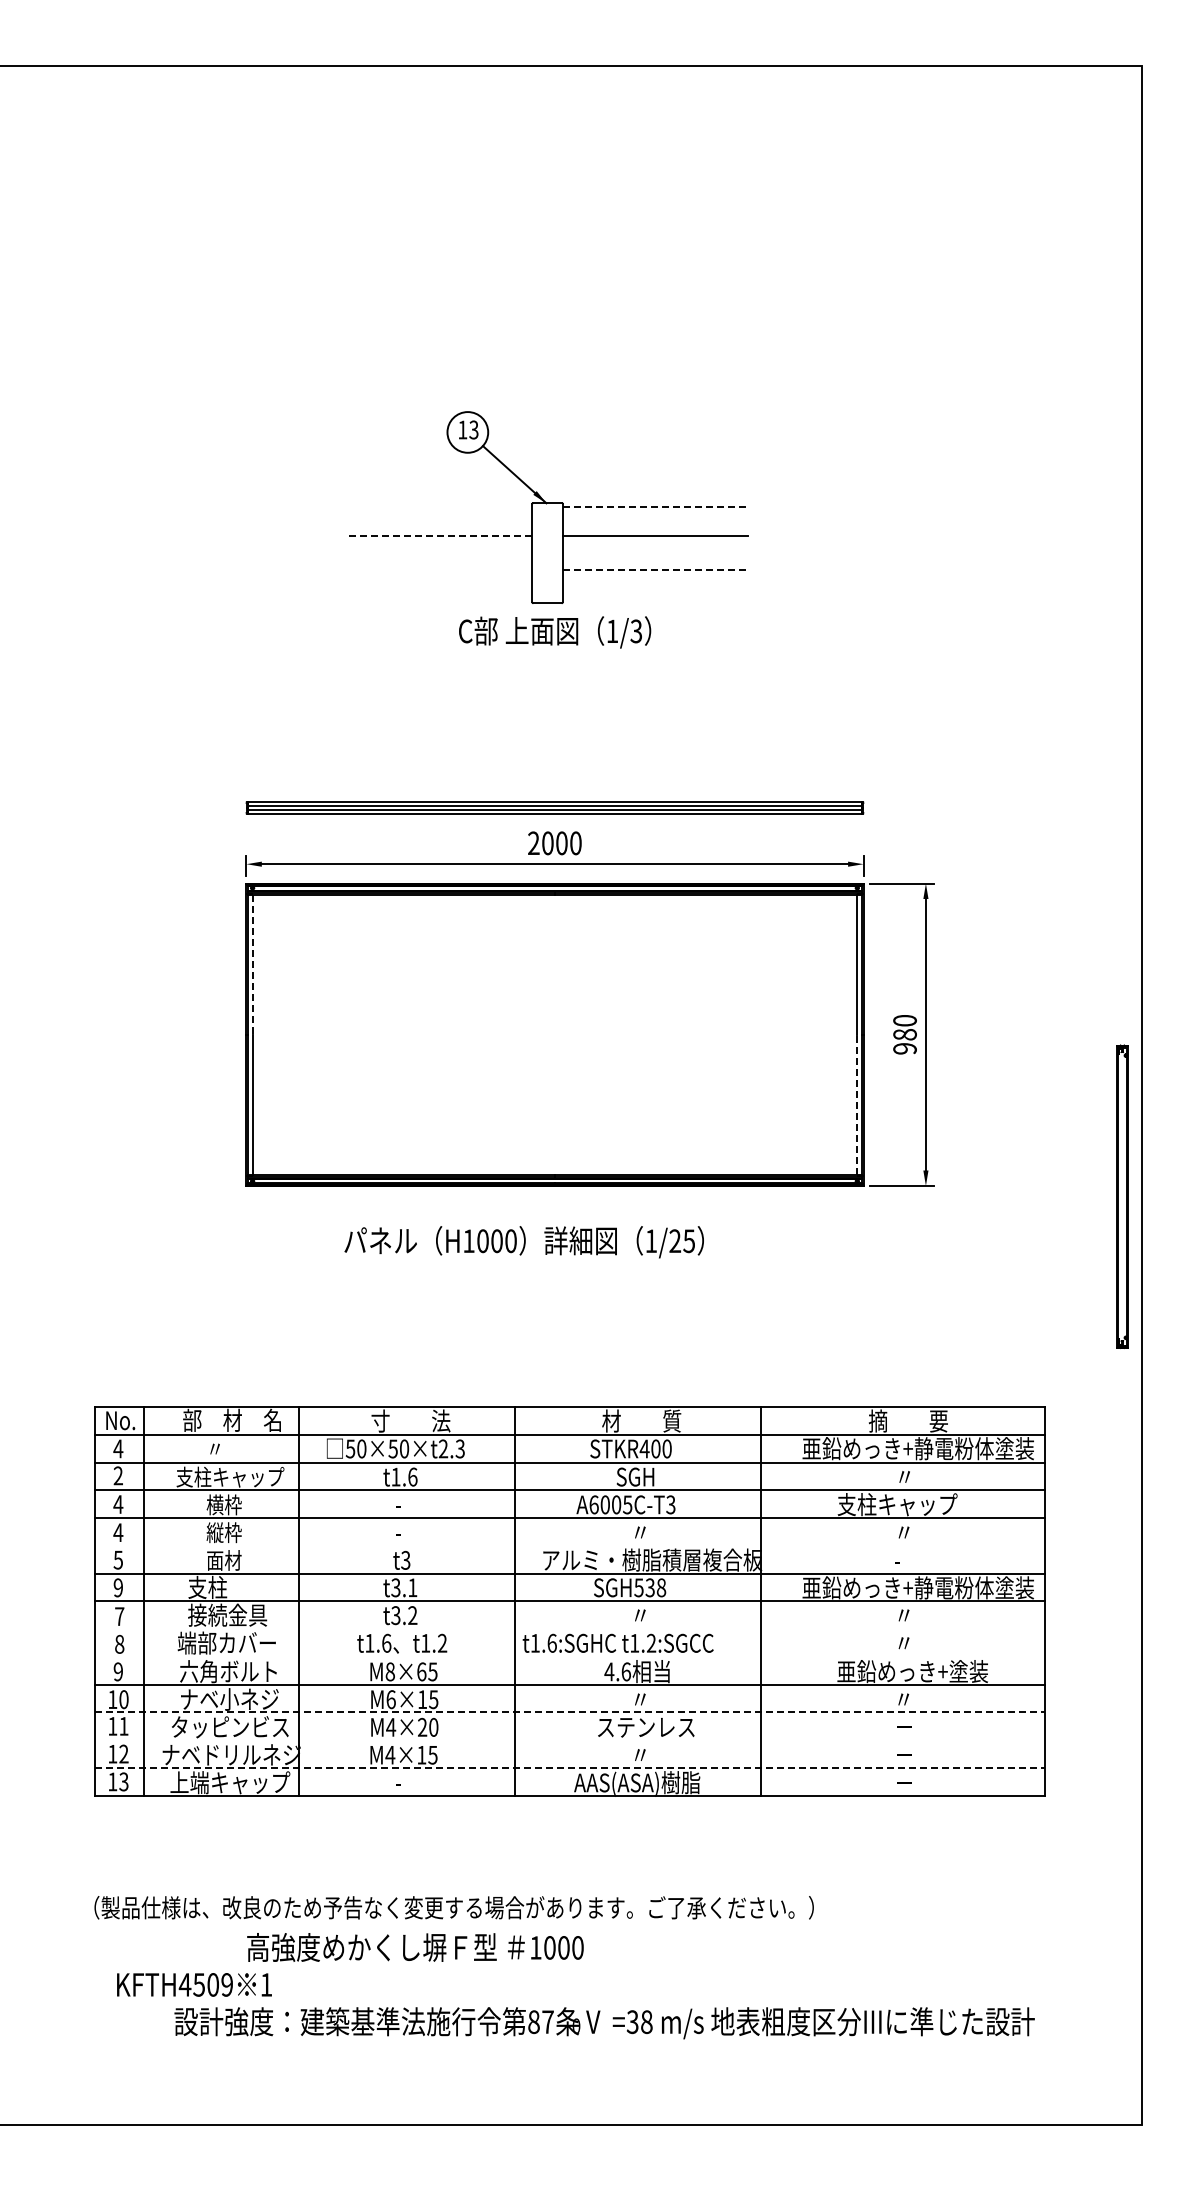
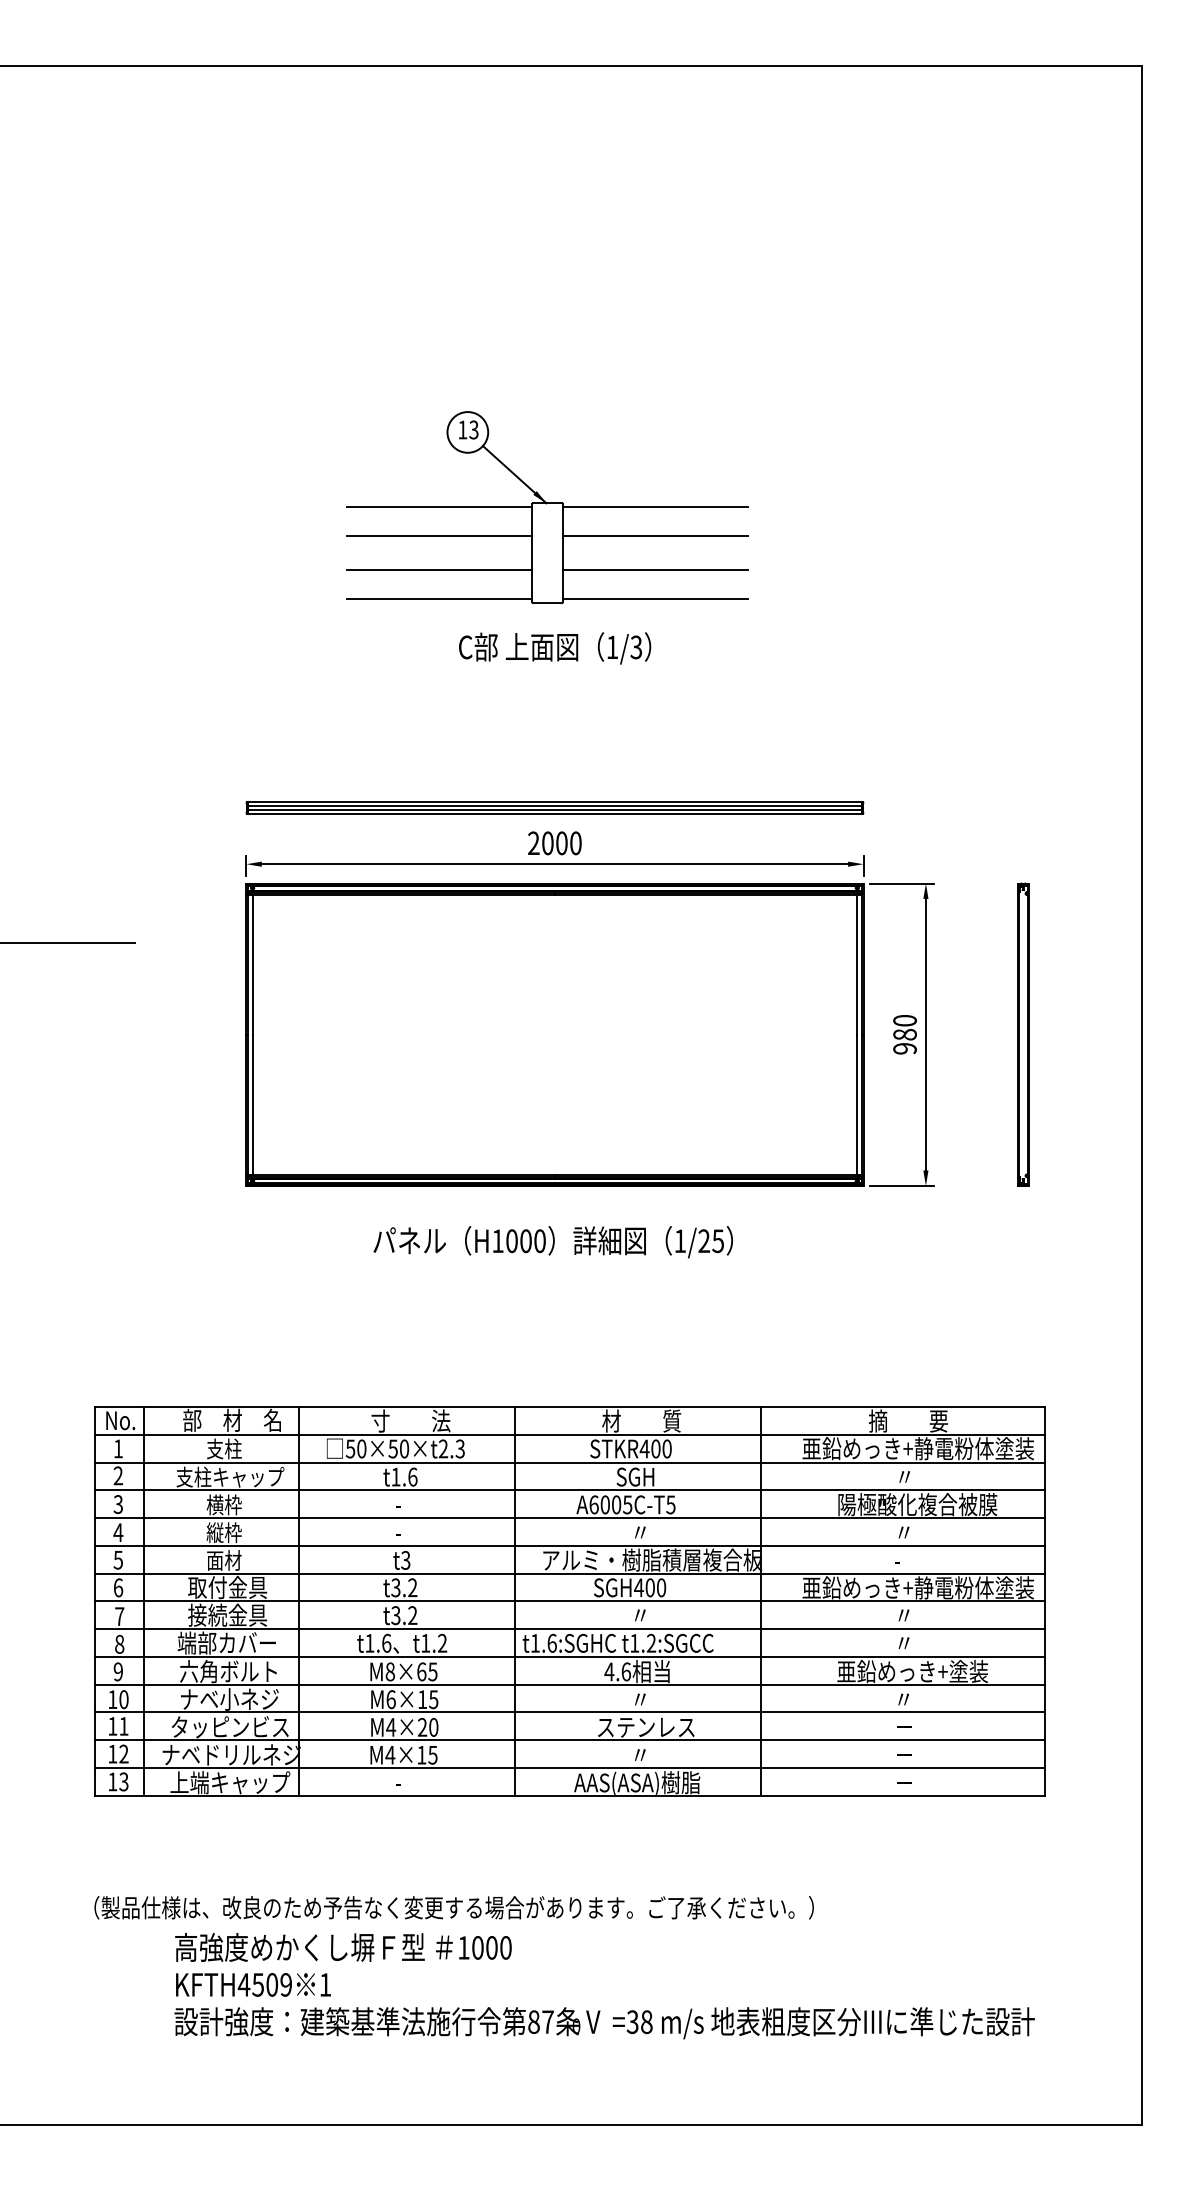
line at (439, 506): none -> present
line at (655, 506): dashed -> solid
line at (439, 536): dashed -> solid
line at (439, 569): none -> present
line at (655, 569): dashed -> solid
line at (439, 599): none -> present
line at (655, 599): none -> present
text at (555, 632) position: (555, 632) -> (555, 648)
line at (68, 942): none -> present
line at (252, 965): dashed -> solid
line at (857, 1104): dashed -> solid
part at (1122, 1196) position: (1122, 1196) -> (1023, 1034)
text at (523, 1242) position: (523, 1242) -> (552, 1242)
text at (118, 1448): 4 -> 1
text at (224, 1448): 〃 -> 支柱
text at (118, 1504): 4 -> 3
text at (670, 1504): A6005C-T3 -> A6005C-T5
text at (917, 1504): 支柱キャップ -> 陽極酸化複合被膜
line at (569, 1545): none -> present
text at (118, 1587): 9 -> 6
text at (227, 1587): 支柱 -> 取付金具
text at (412, 1587): t3.1 -> t3.2
text at (650, 1587): SGH538 -> SGH400
line at (569, 1629): none -> present
line at (569, 1656): none -> present
line at (570, 1712): dashed -> solid
line at (569, 1740): none -> present
line at (570, 1768): dashed -> solid
text at (415, 1947) position: (415, 1947) -> (343, 1947)
text at (194, 1984) position: (194, 1984) -> (253, 1984)
